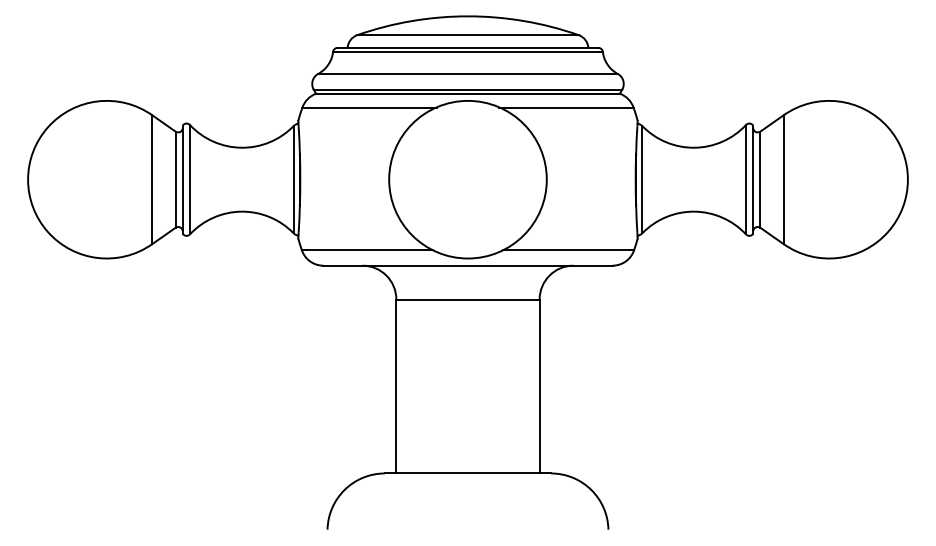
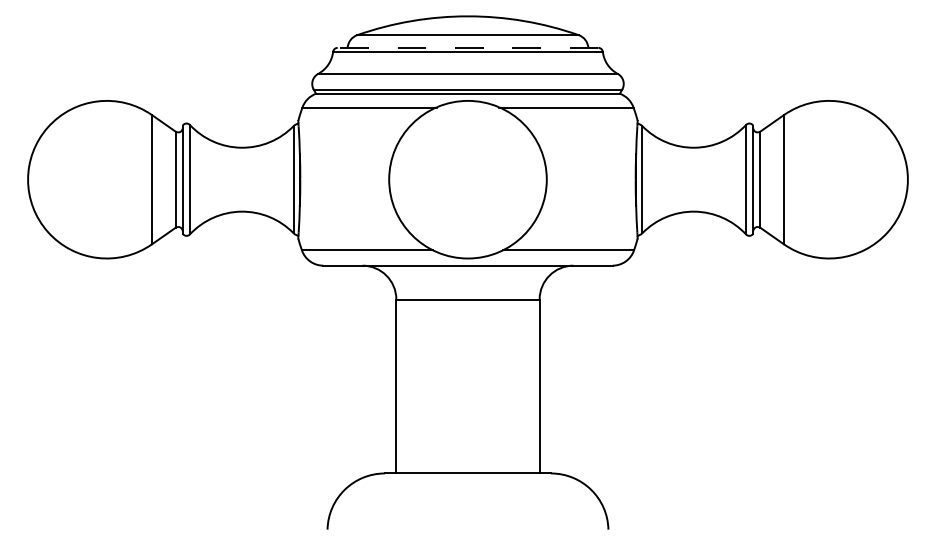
line at (467, 47): solid -> dashed
